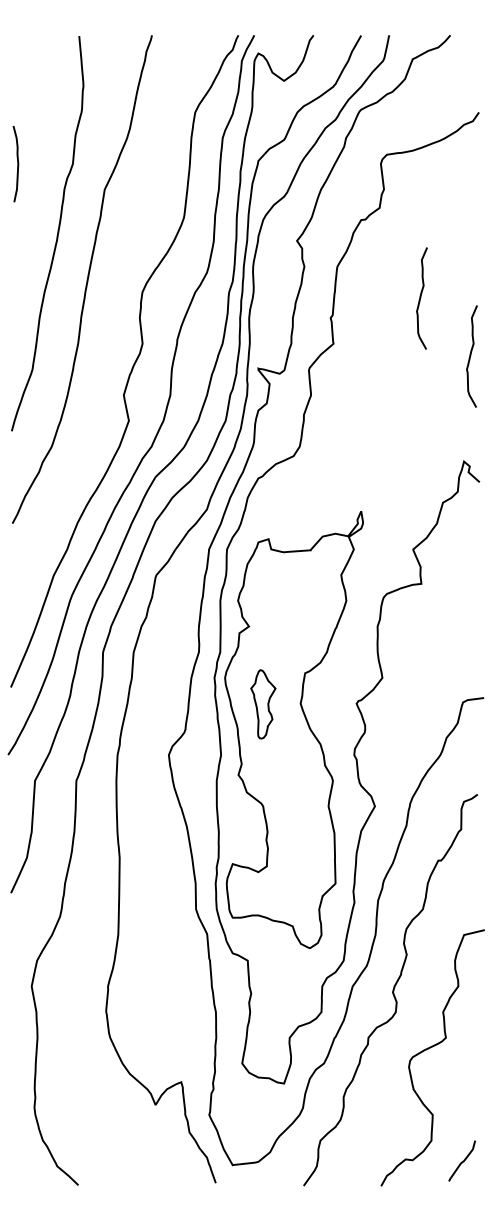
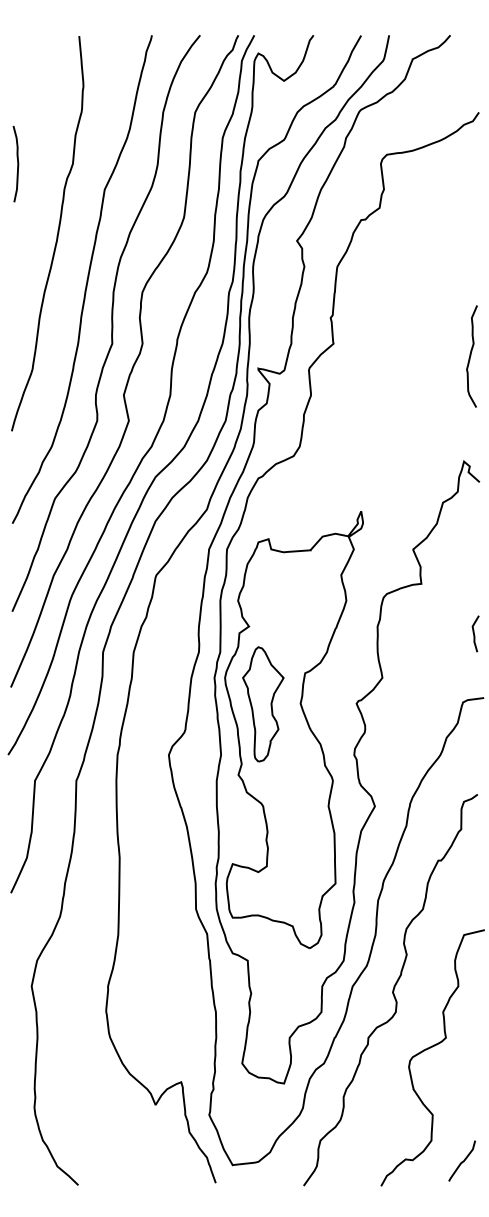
curve at (421, 297): present -> none
curve at (111, 323): none -> present
line at (474, 633): none -> present
part at (263, 704) size: 27x71 px -> 43x117 px
